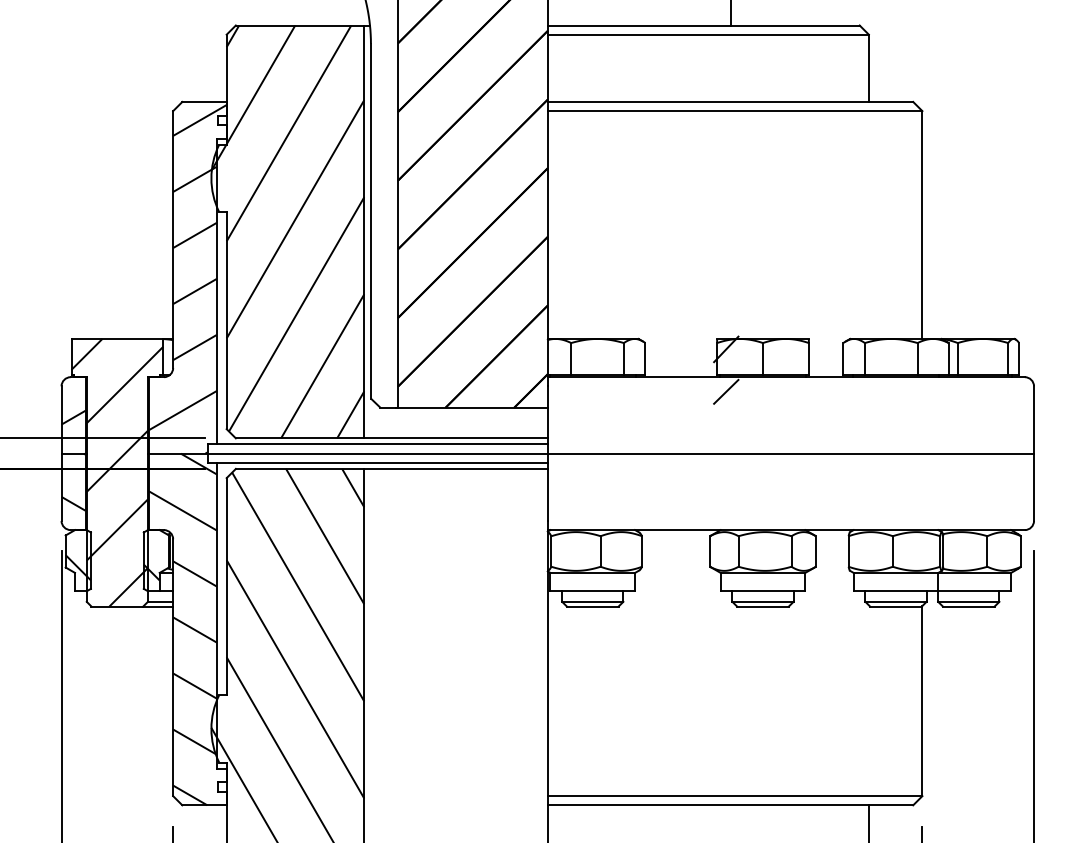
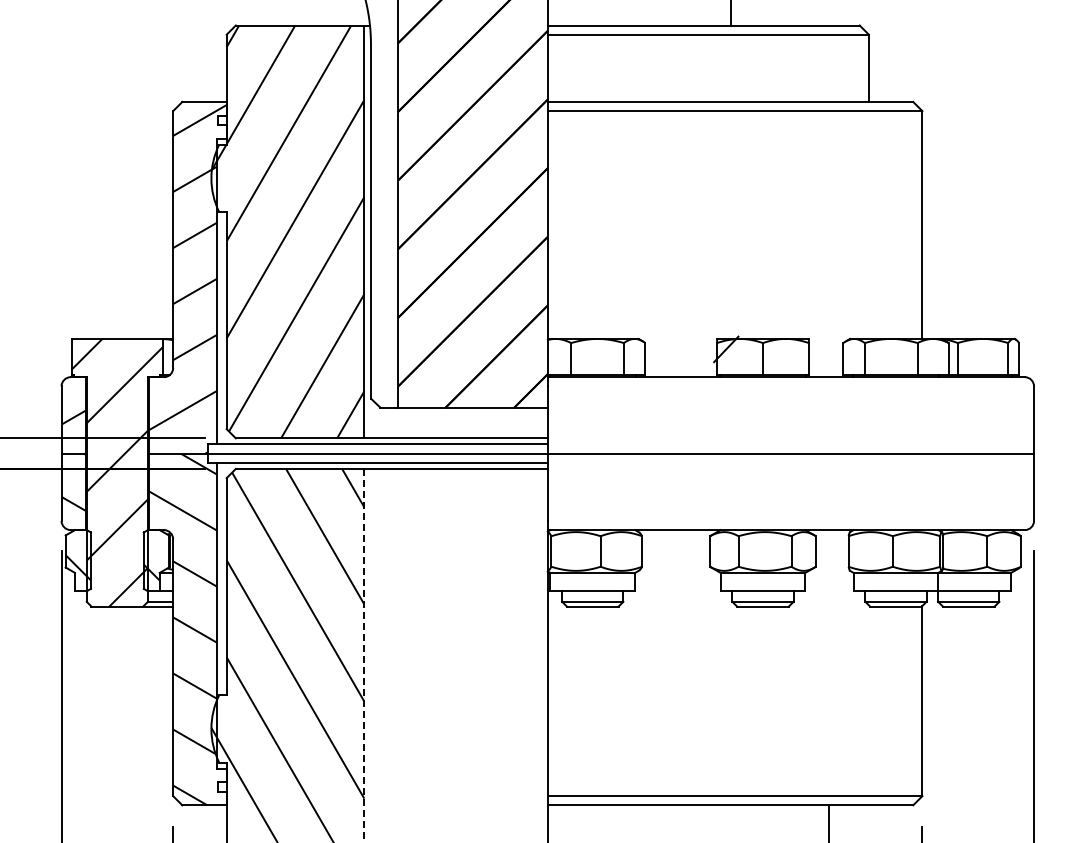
line at (726, 391): present -> none
line at (364, 655): solid -> dashed
line at (868, 822) position: (868, 822) -> (828, 822)
